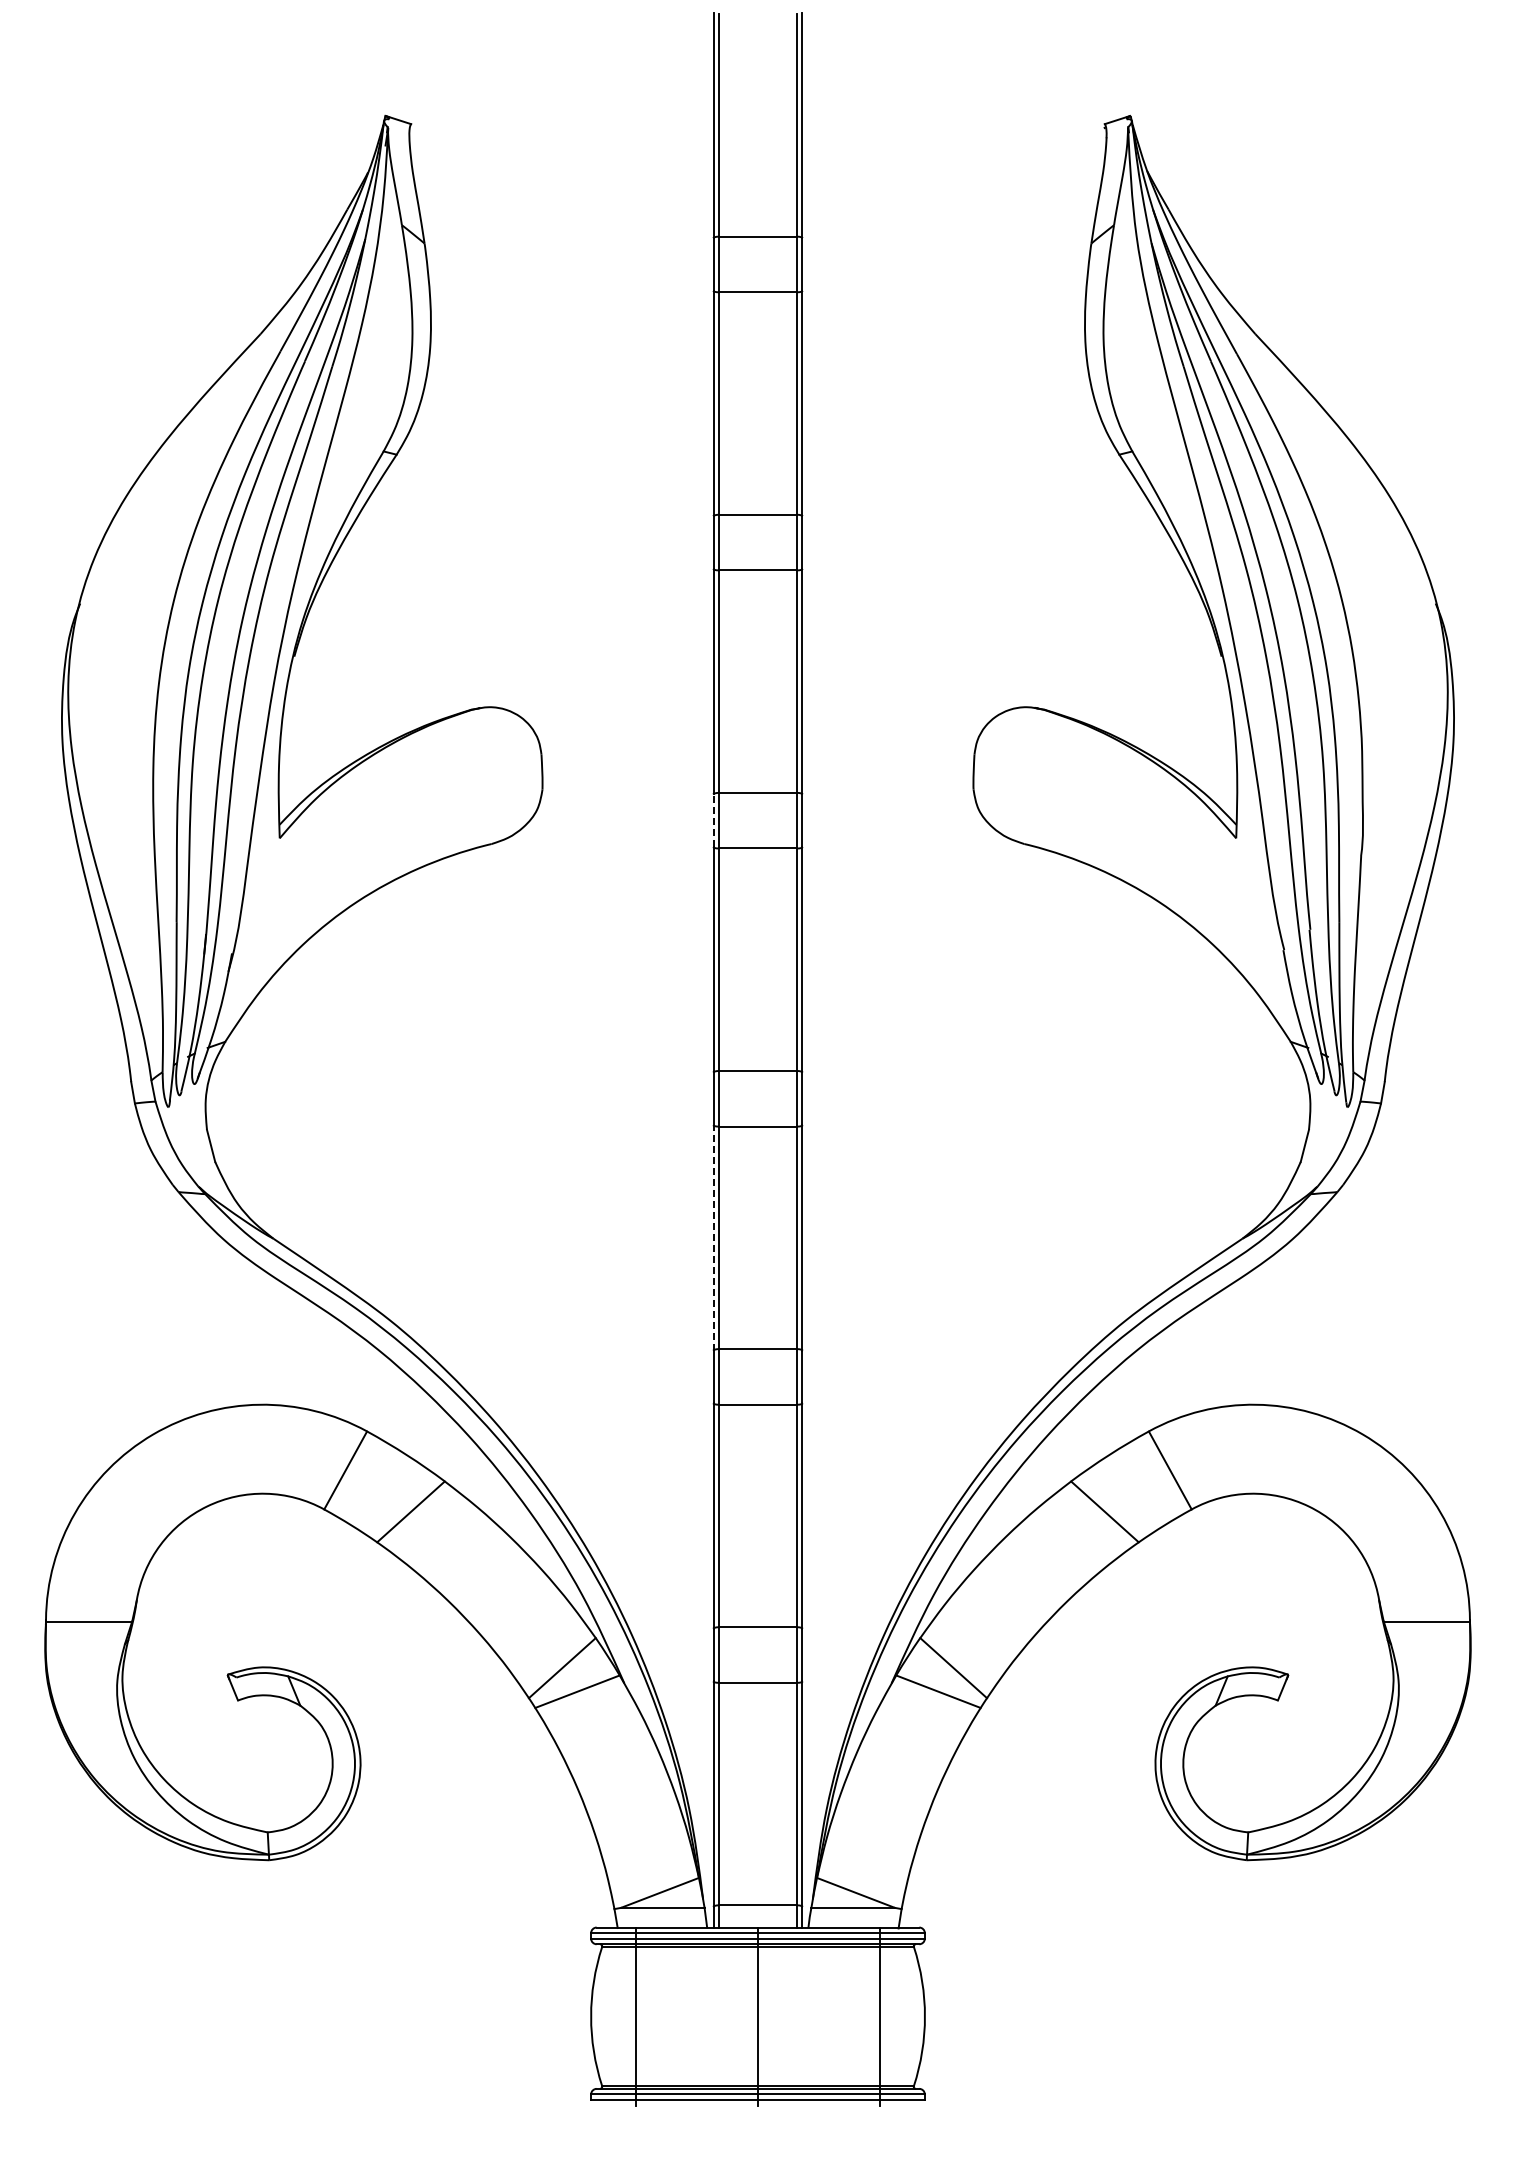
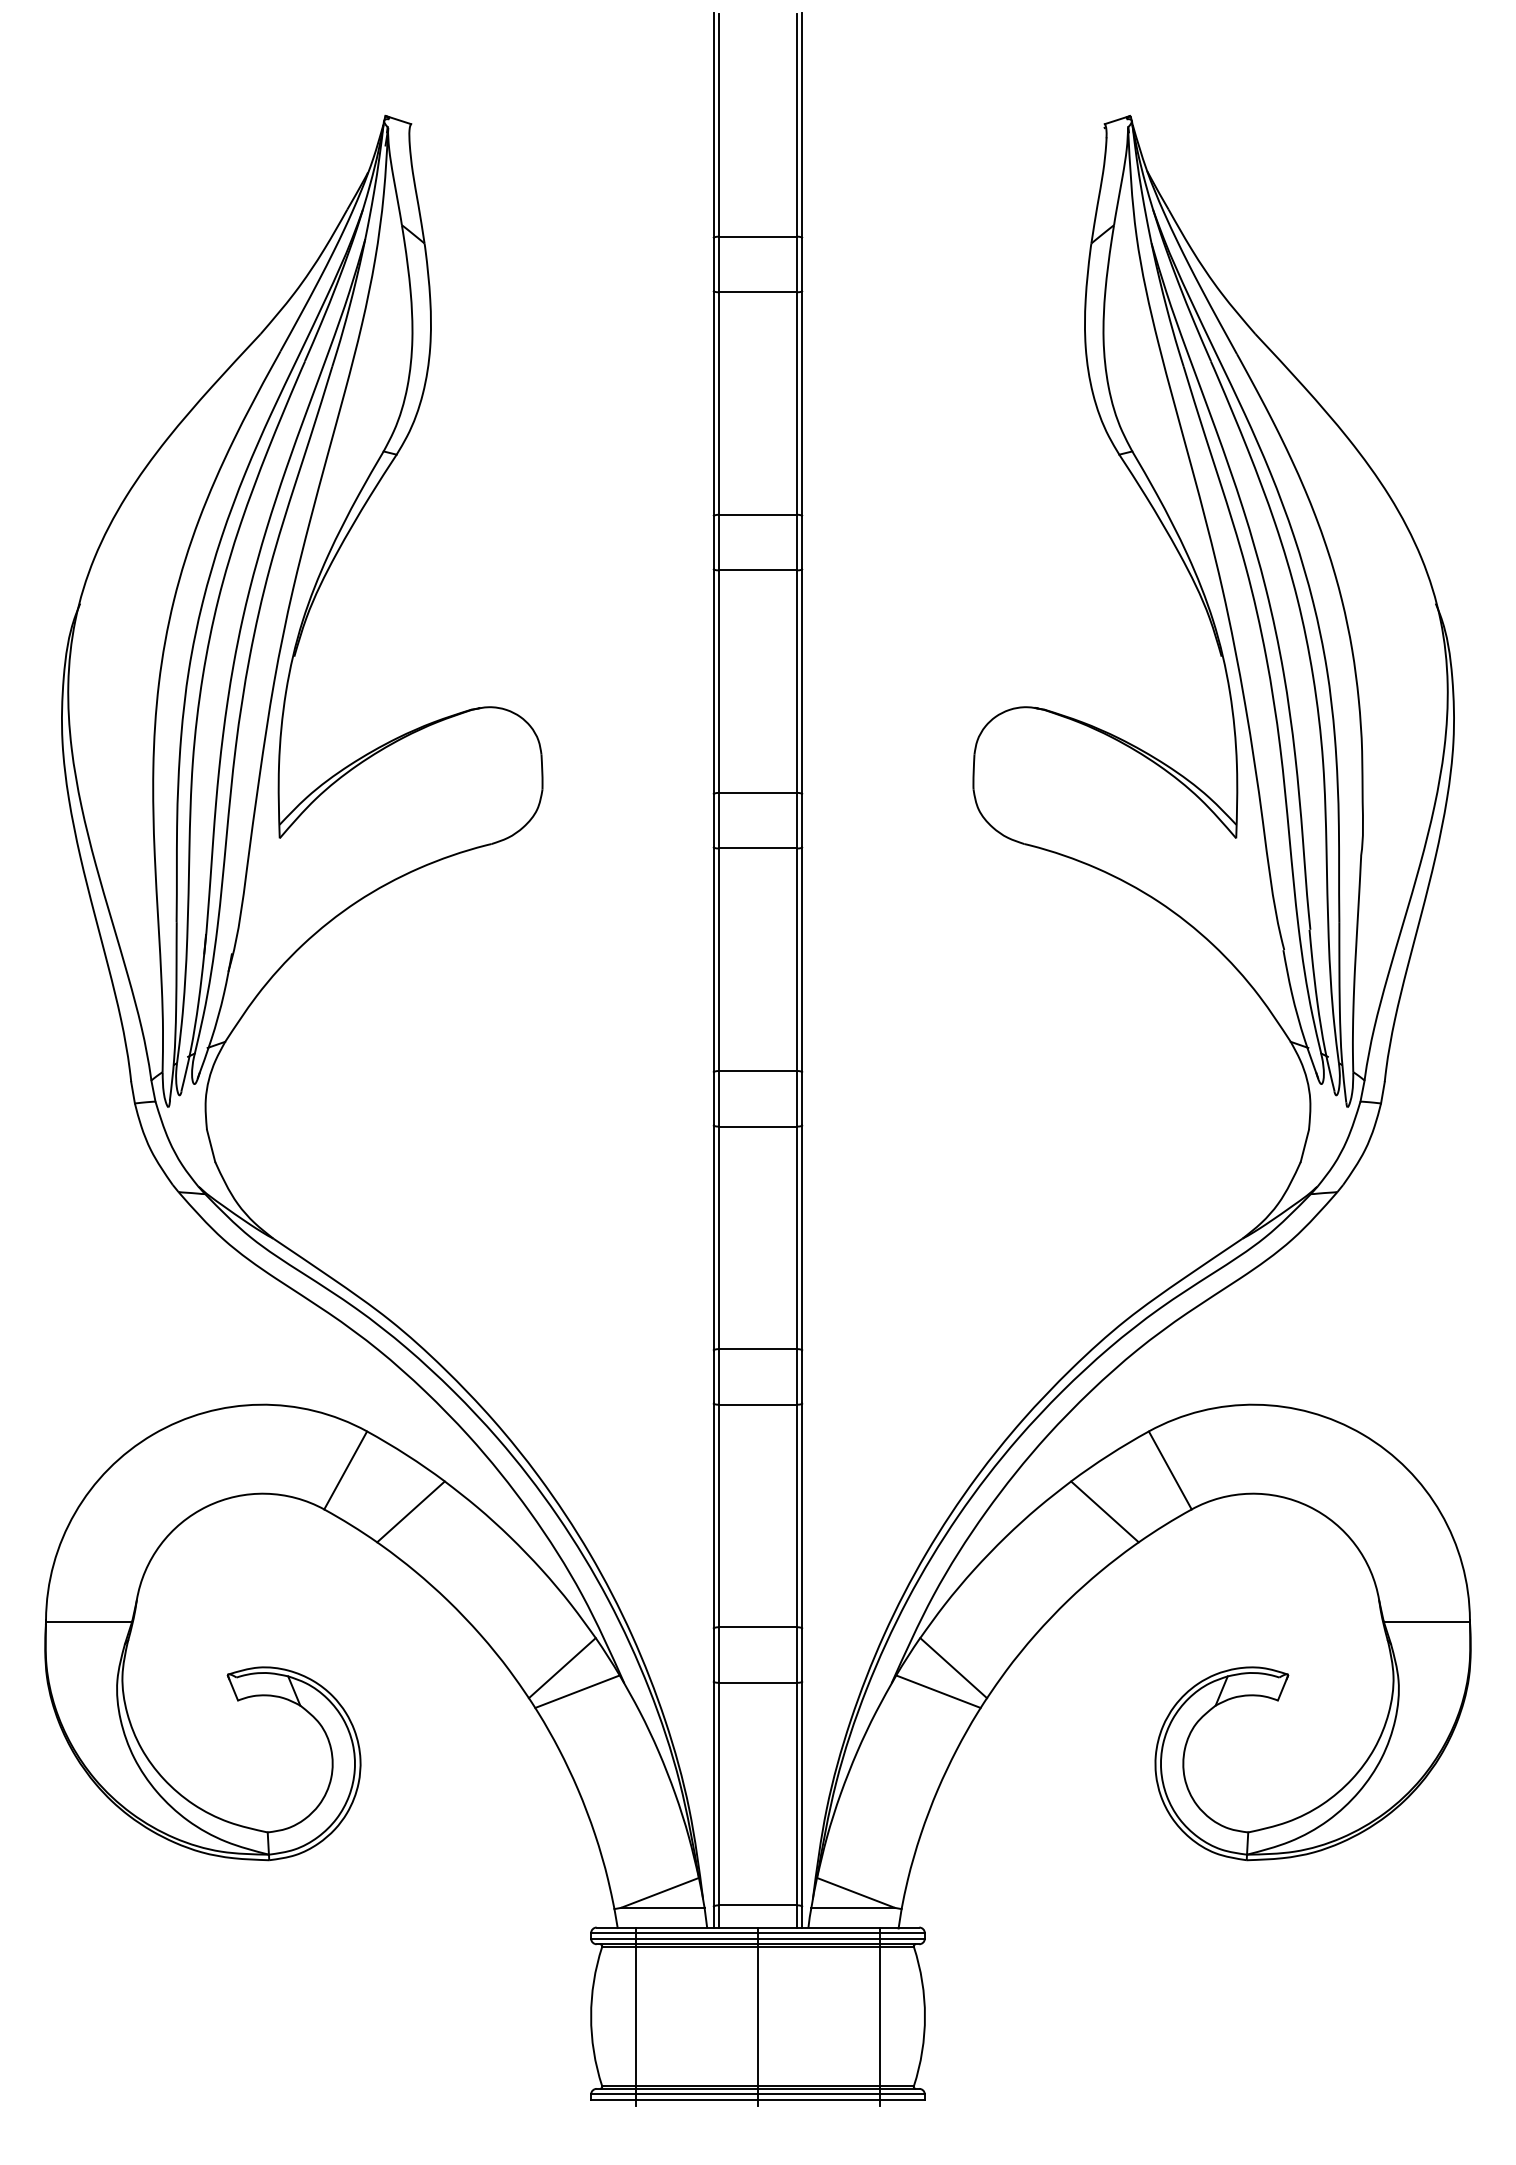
line at (713, 820): dashed -> solid
line at (713, 1237): dashed -> solid
